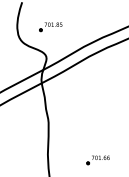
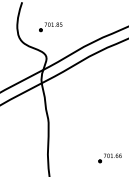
part at (97, 160) position: (97, 160) -> (109, 158)
